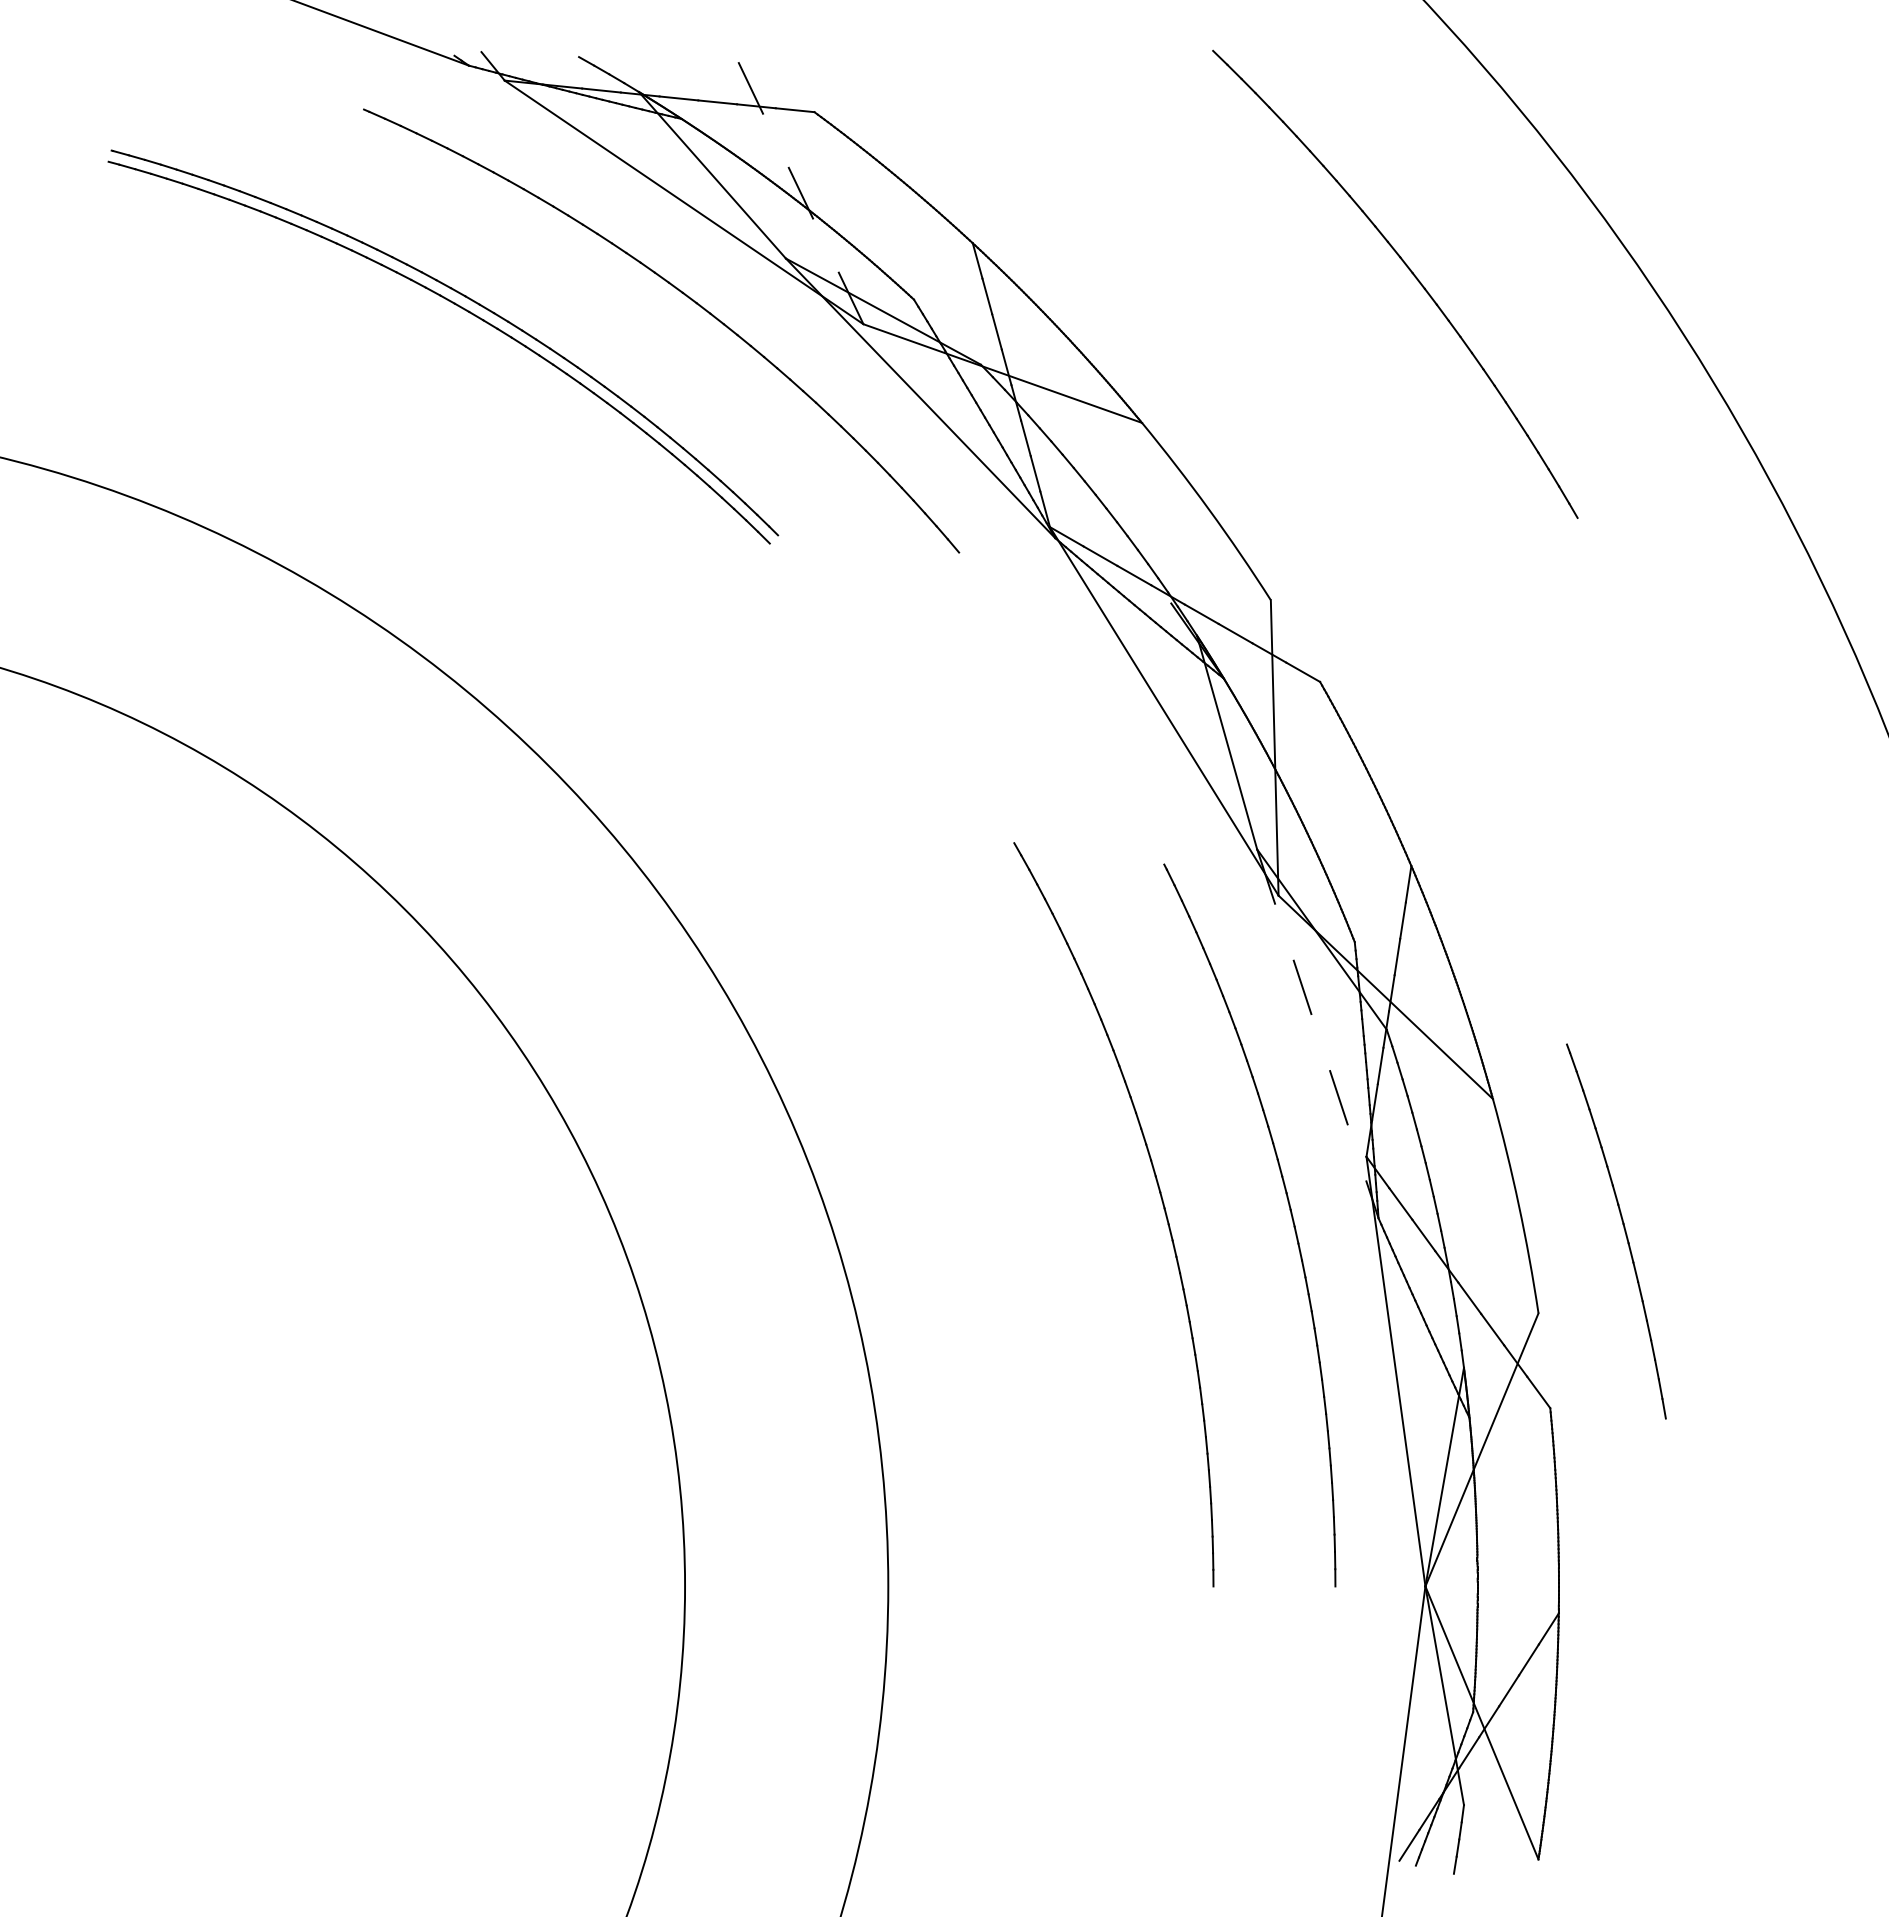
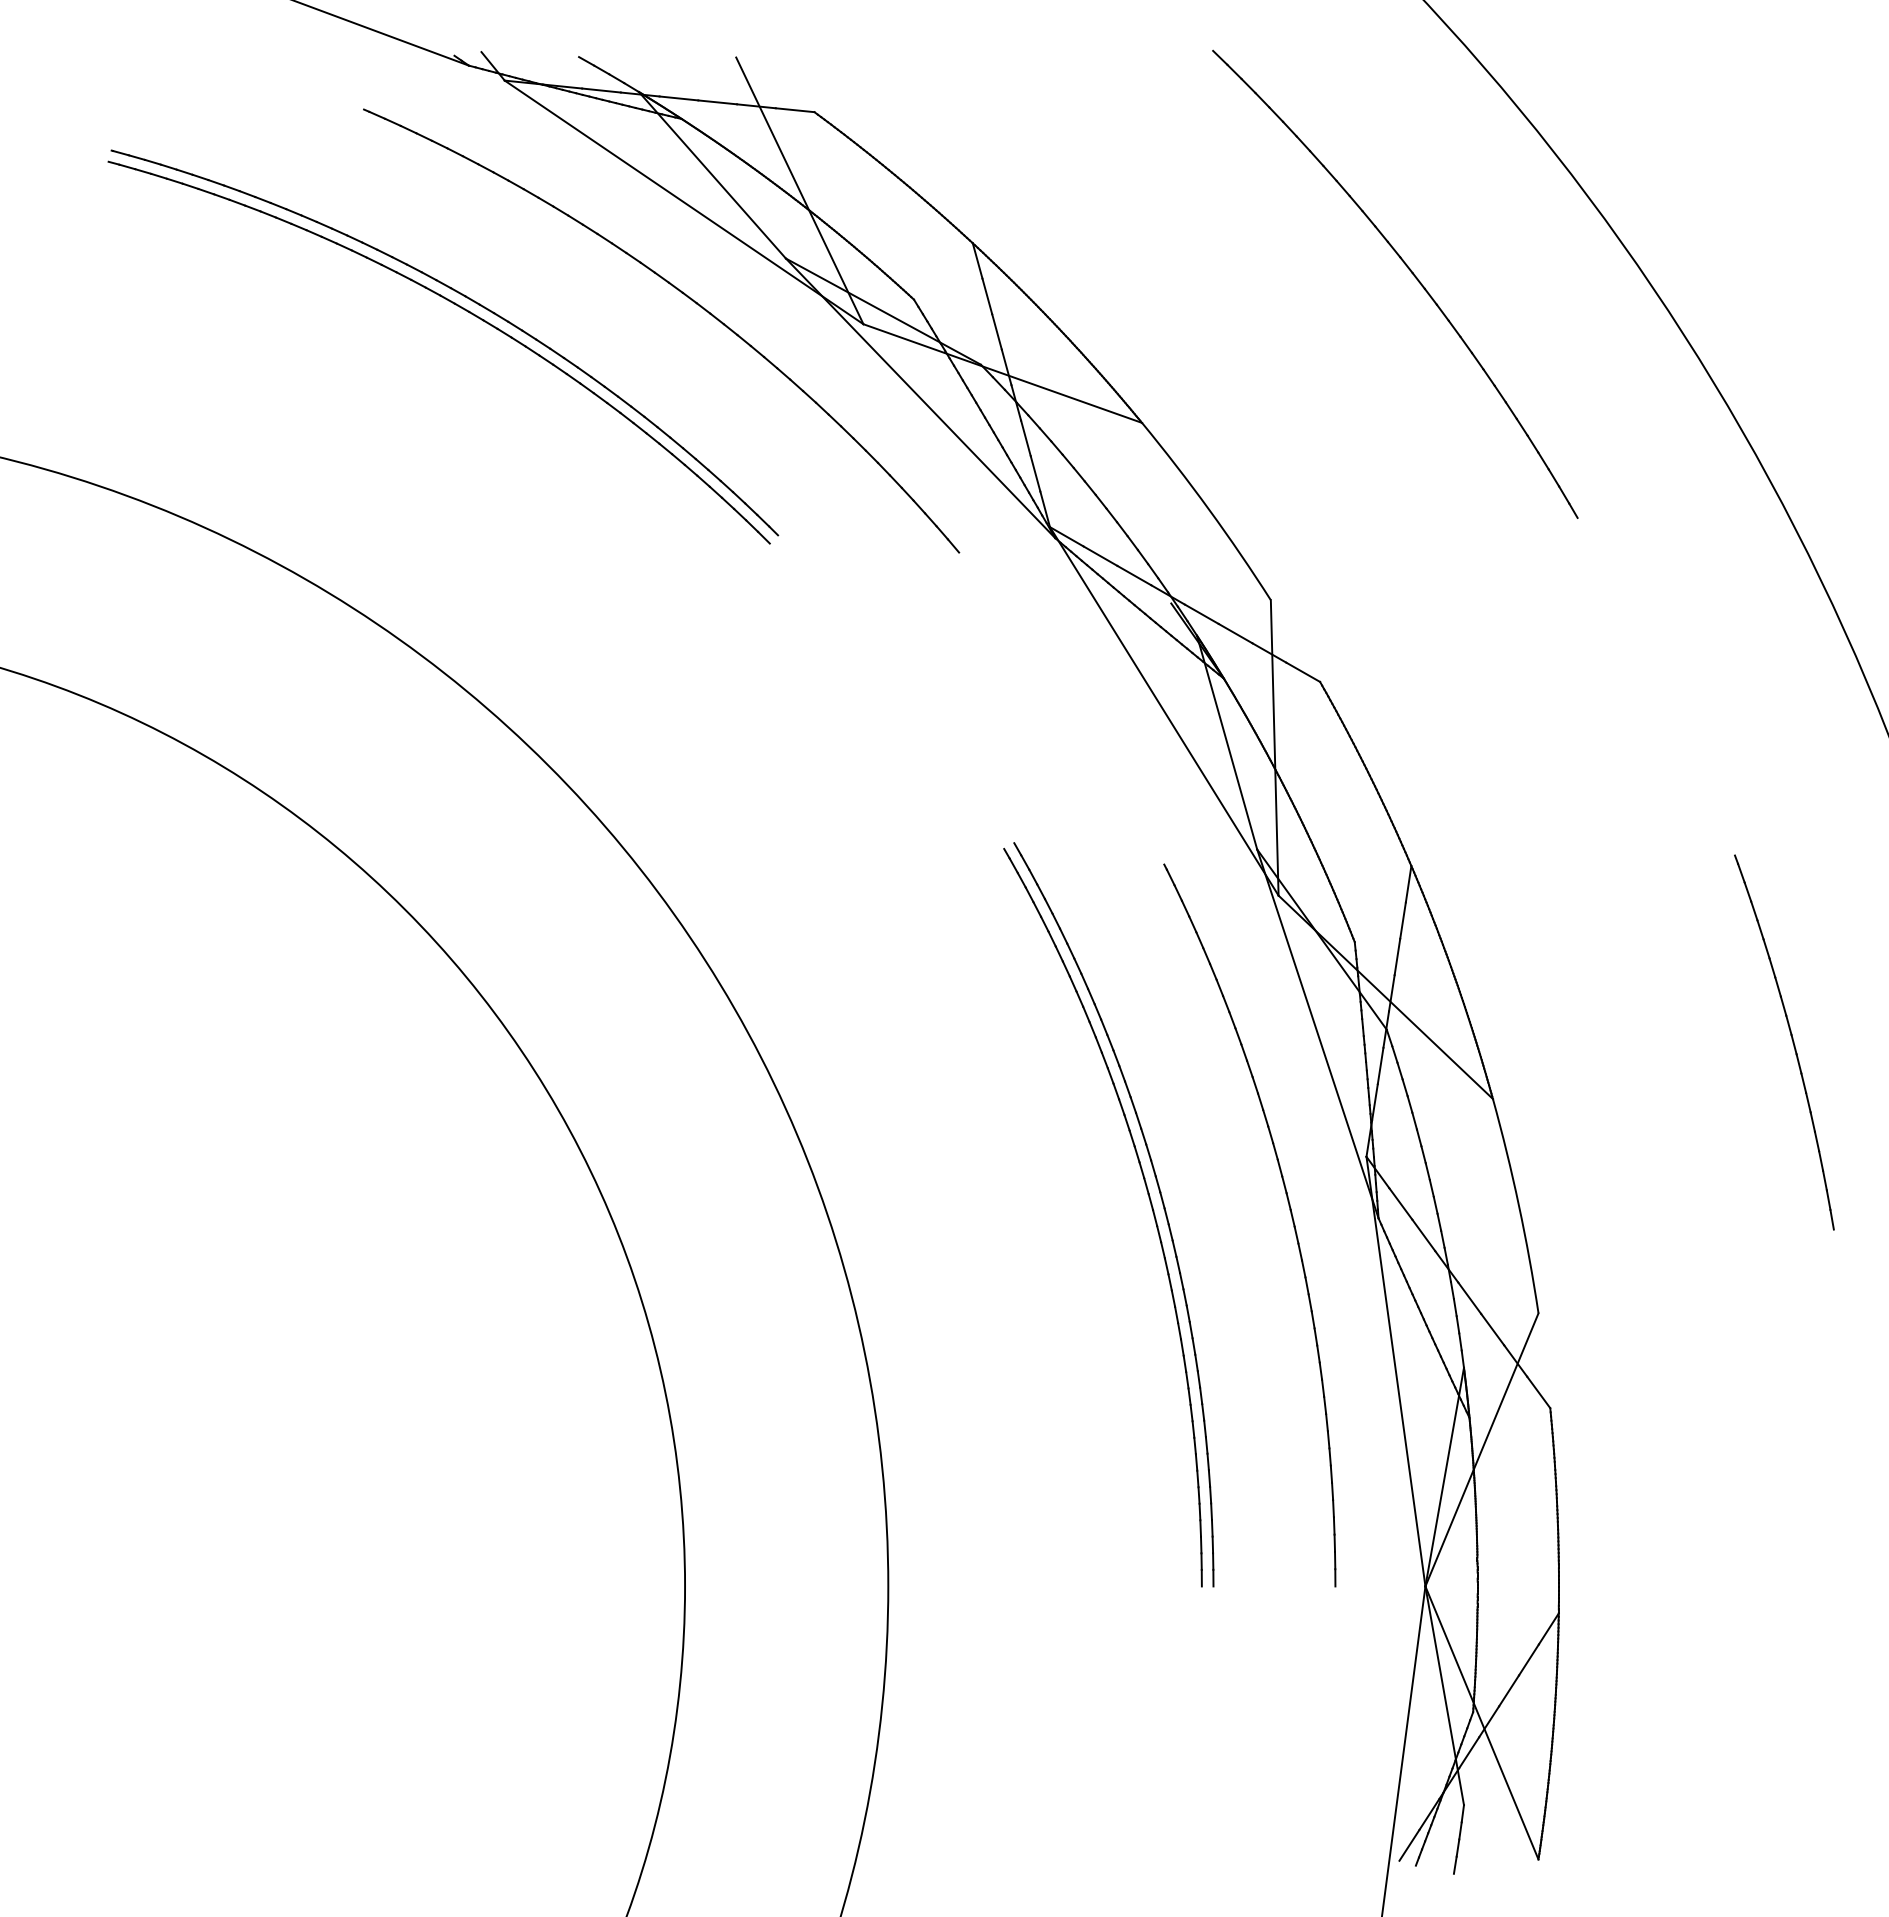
line at (799, 190): dashed -> solid
line at (1318, 1034): dashed -> solid
part at (1150, 1205): none -> present
part at (1623, 1228) position: (1623, 1228) -> (1791, 1039)
